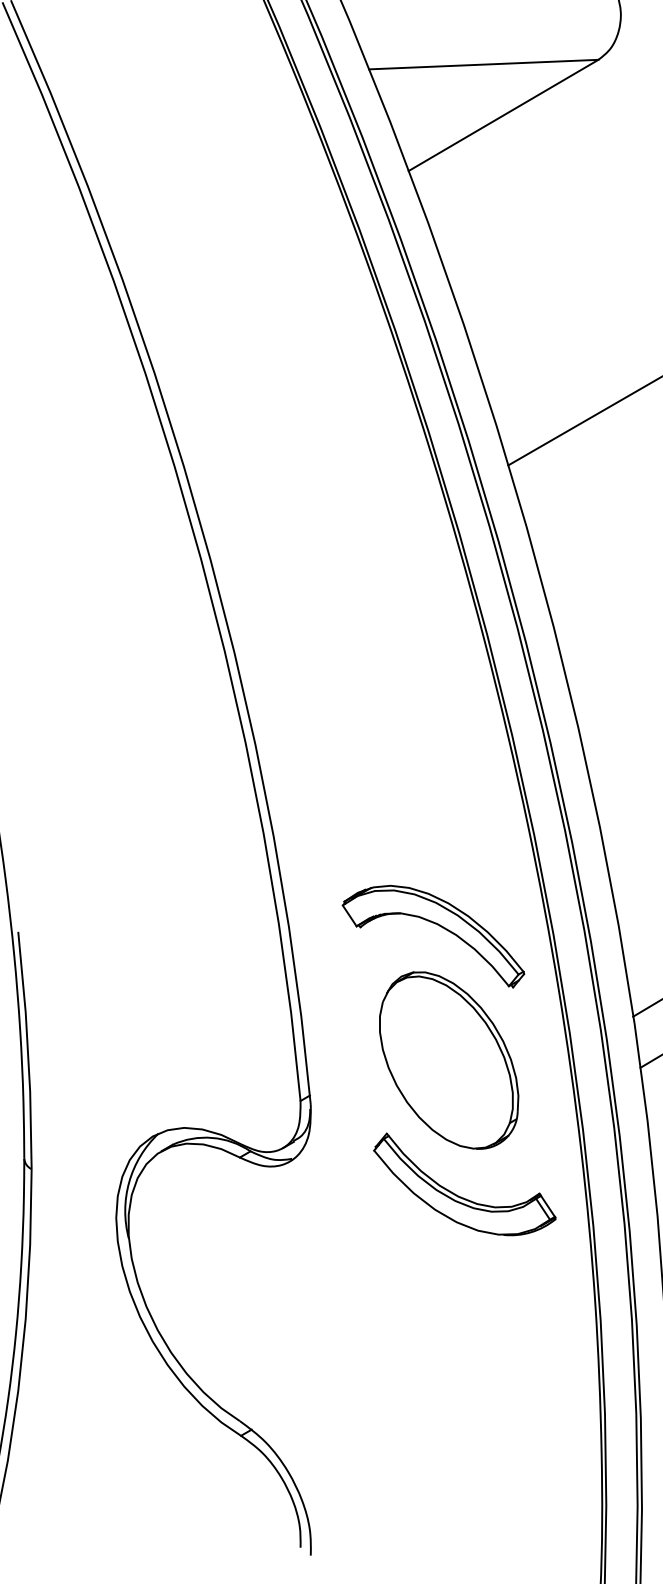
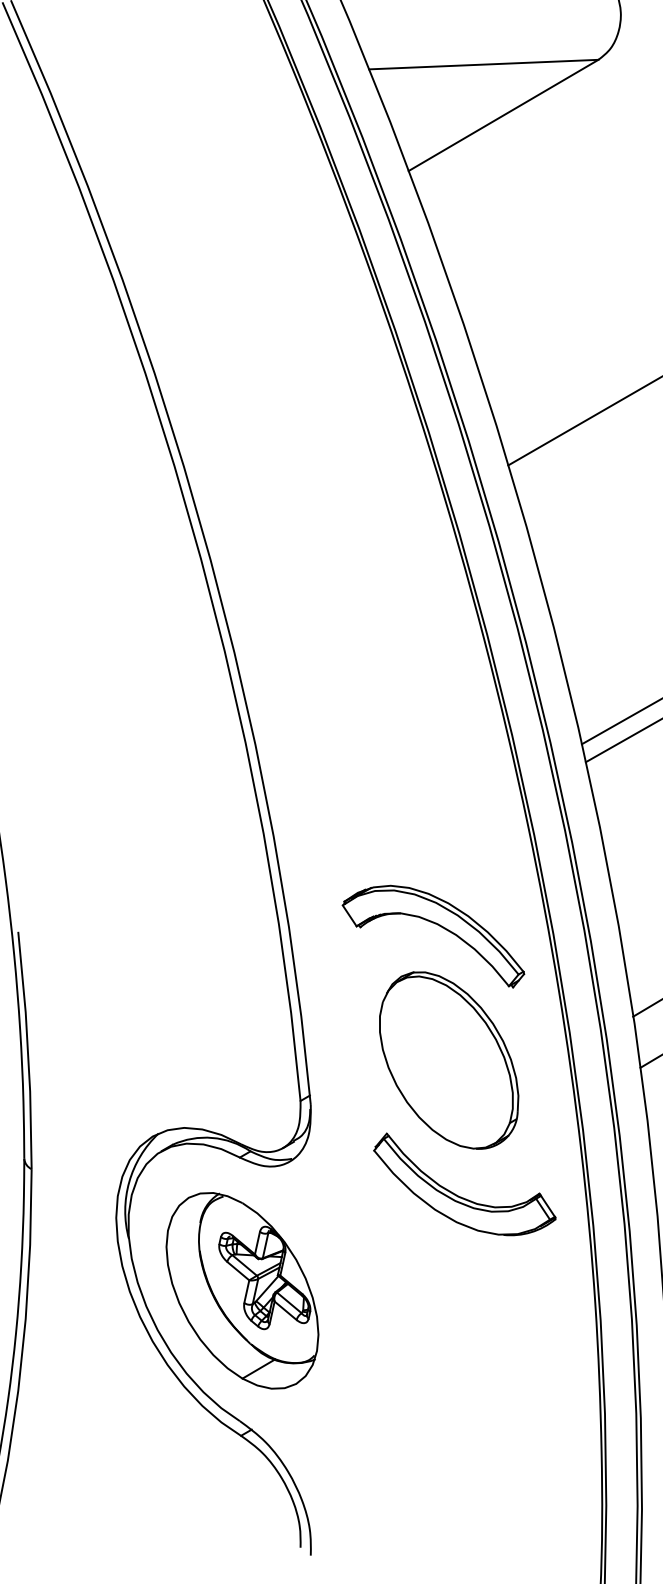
line at (620, 722): none -> present
line at (622, 741): none -> present
part at (242, 1290): none -> present
